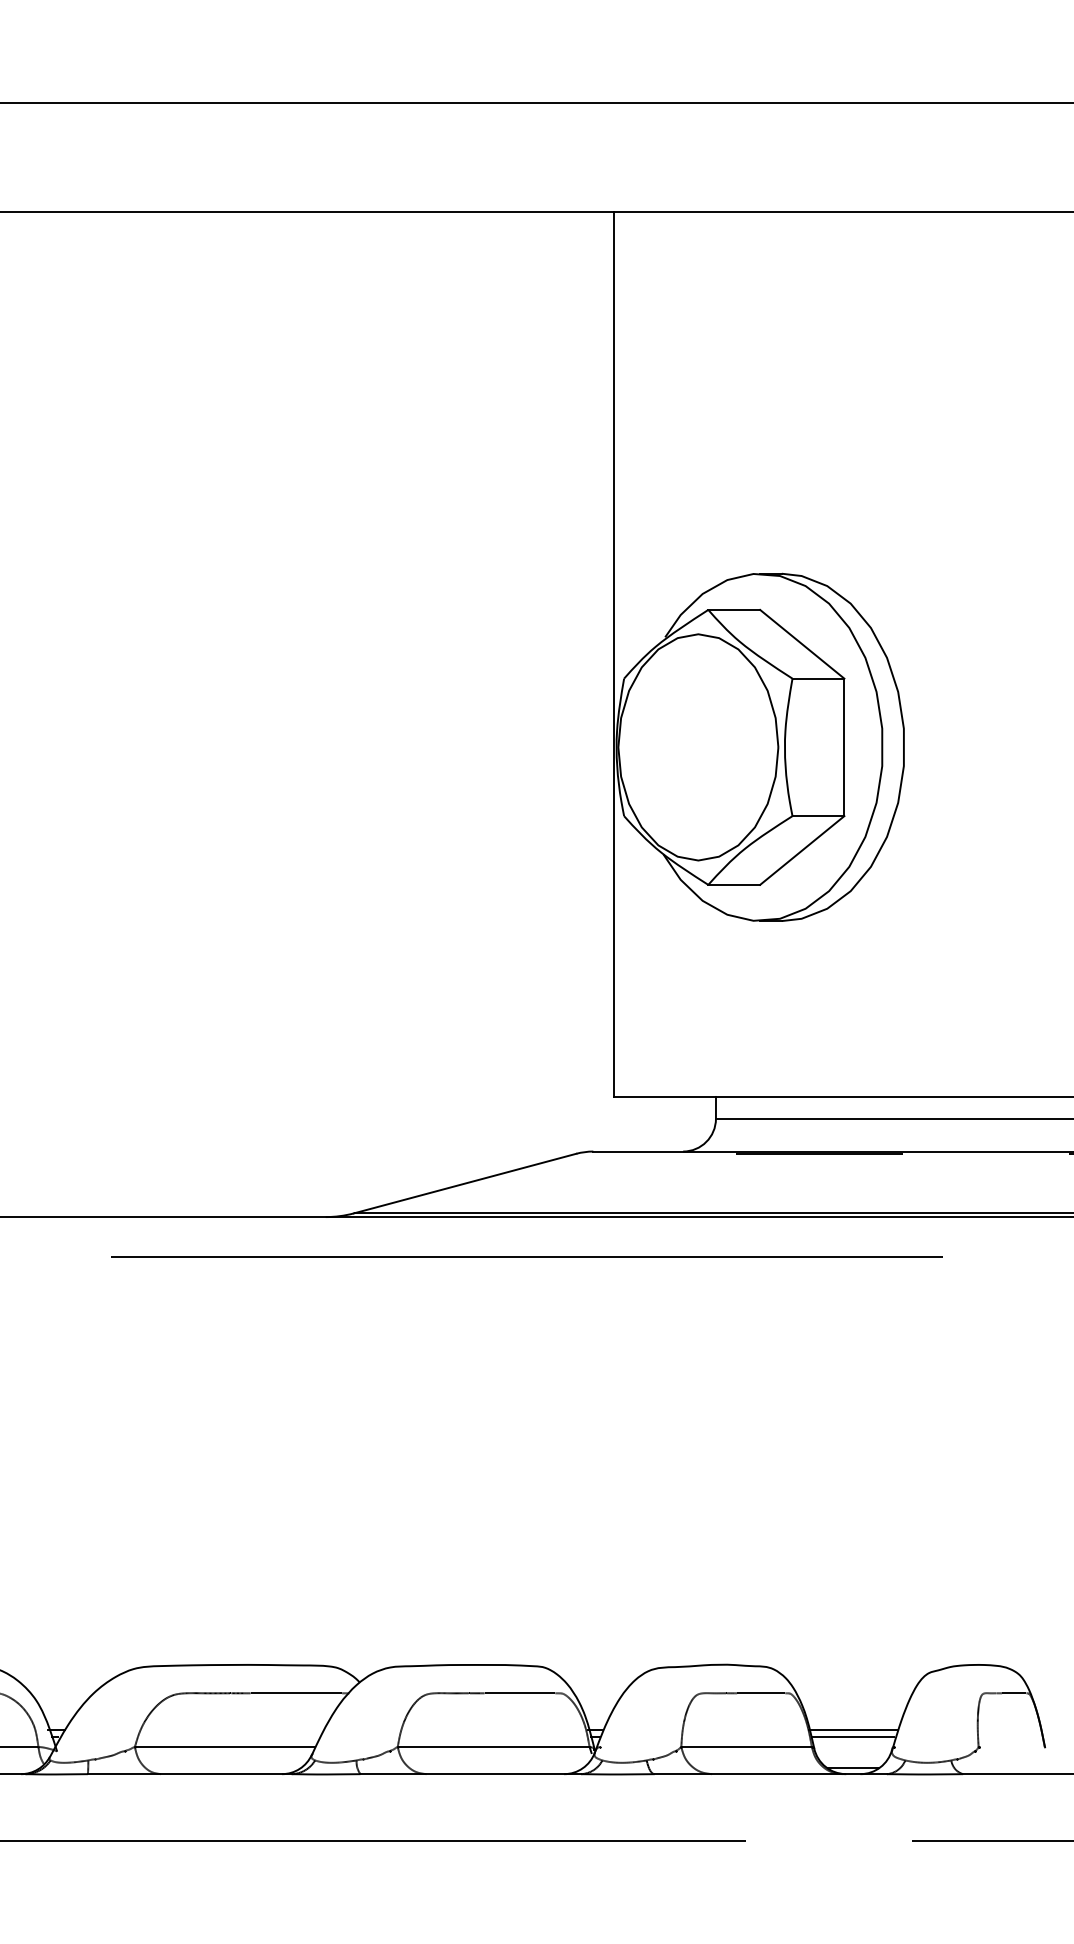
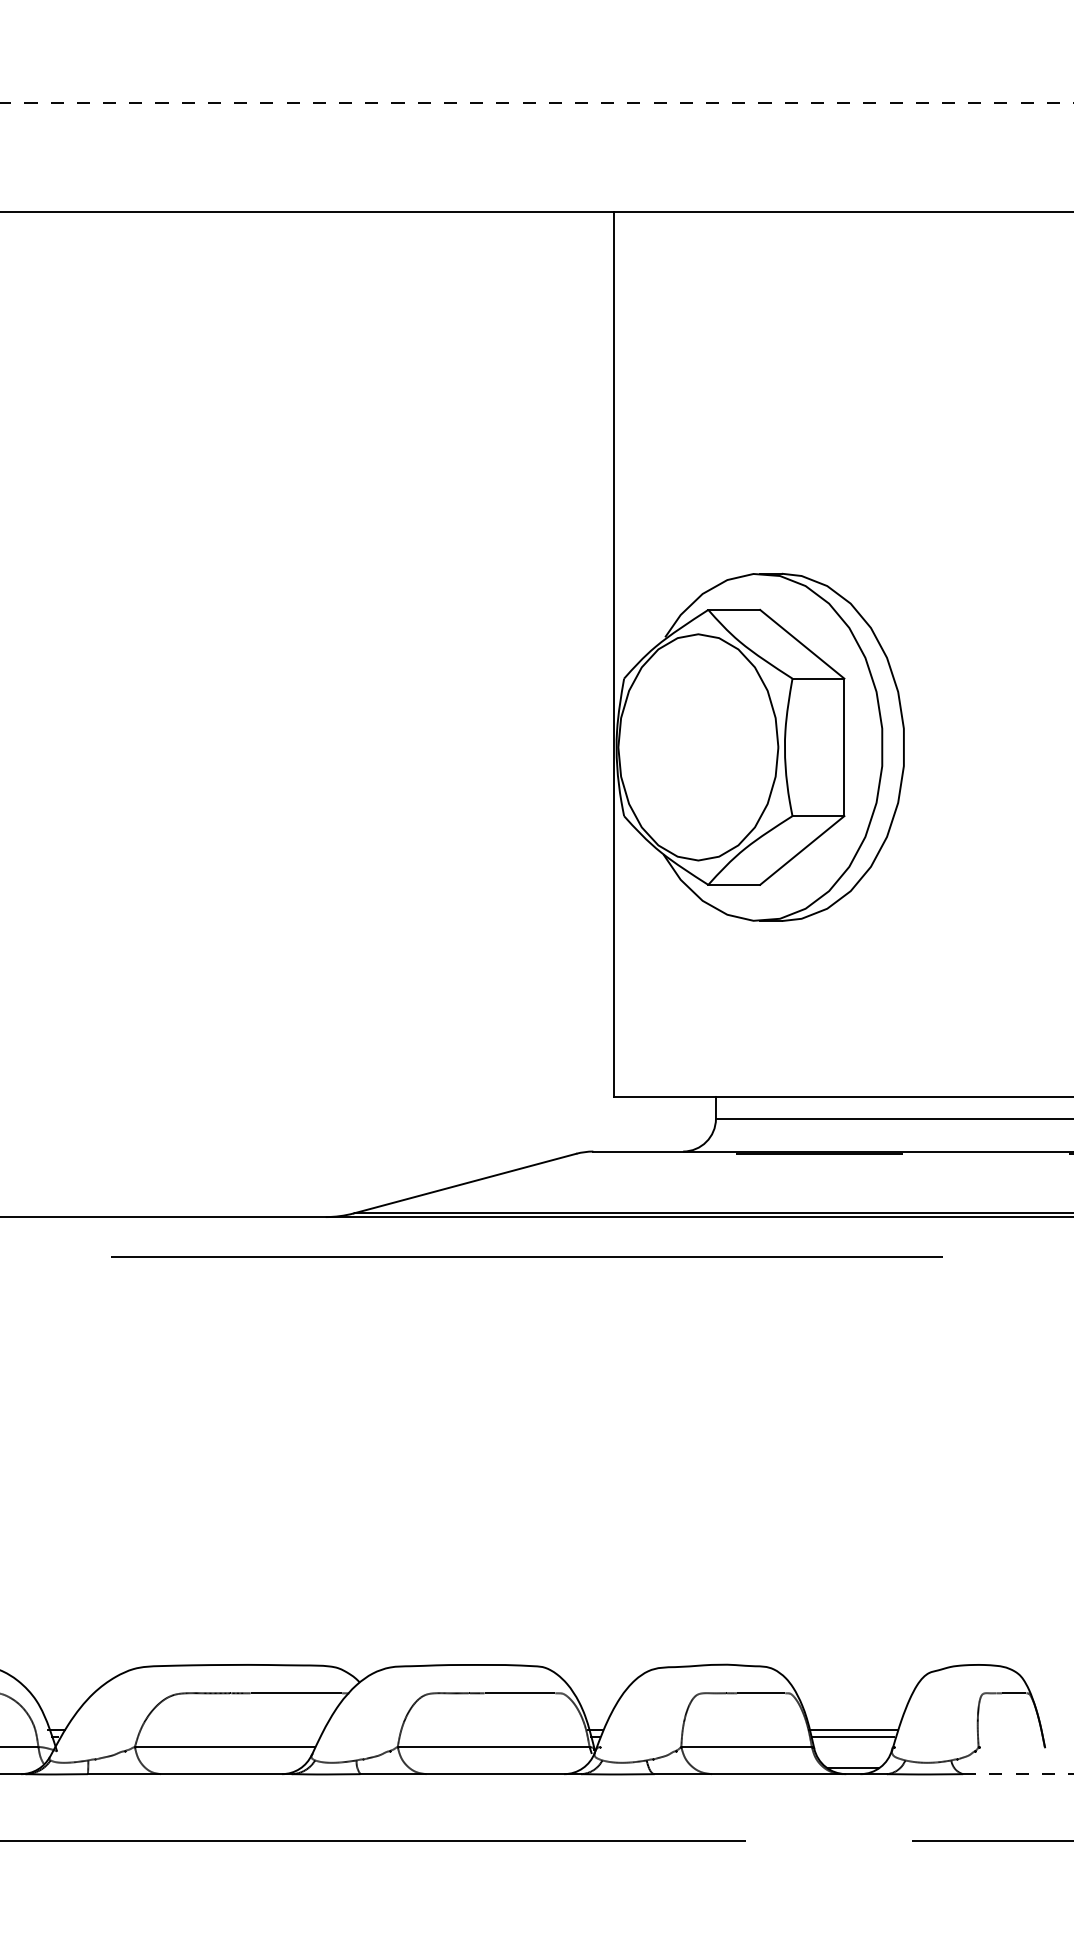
line at (537, 102): solid -> dashed
line at (1018, 1774): solid -> dashed
